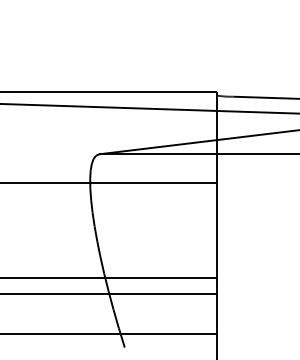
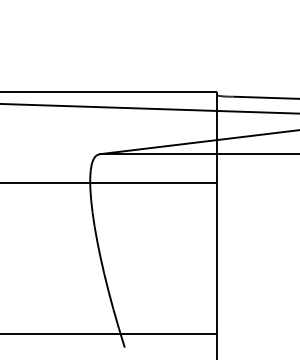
line at (109, 278): present -> none
line at (109, 293): present -> none
